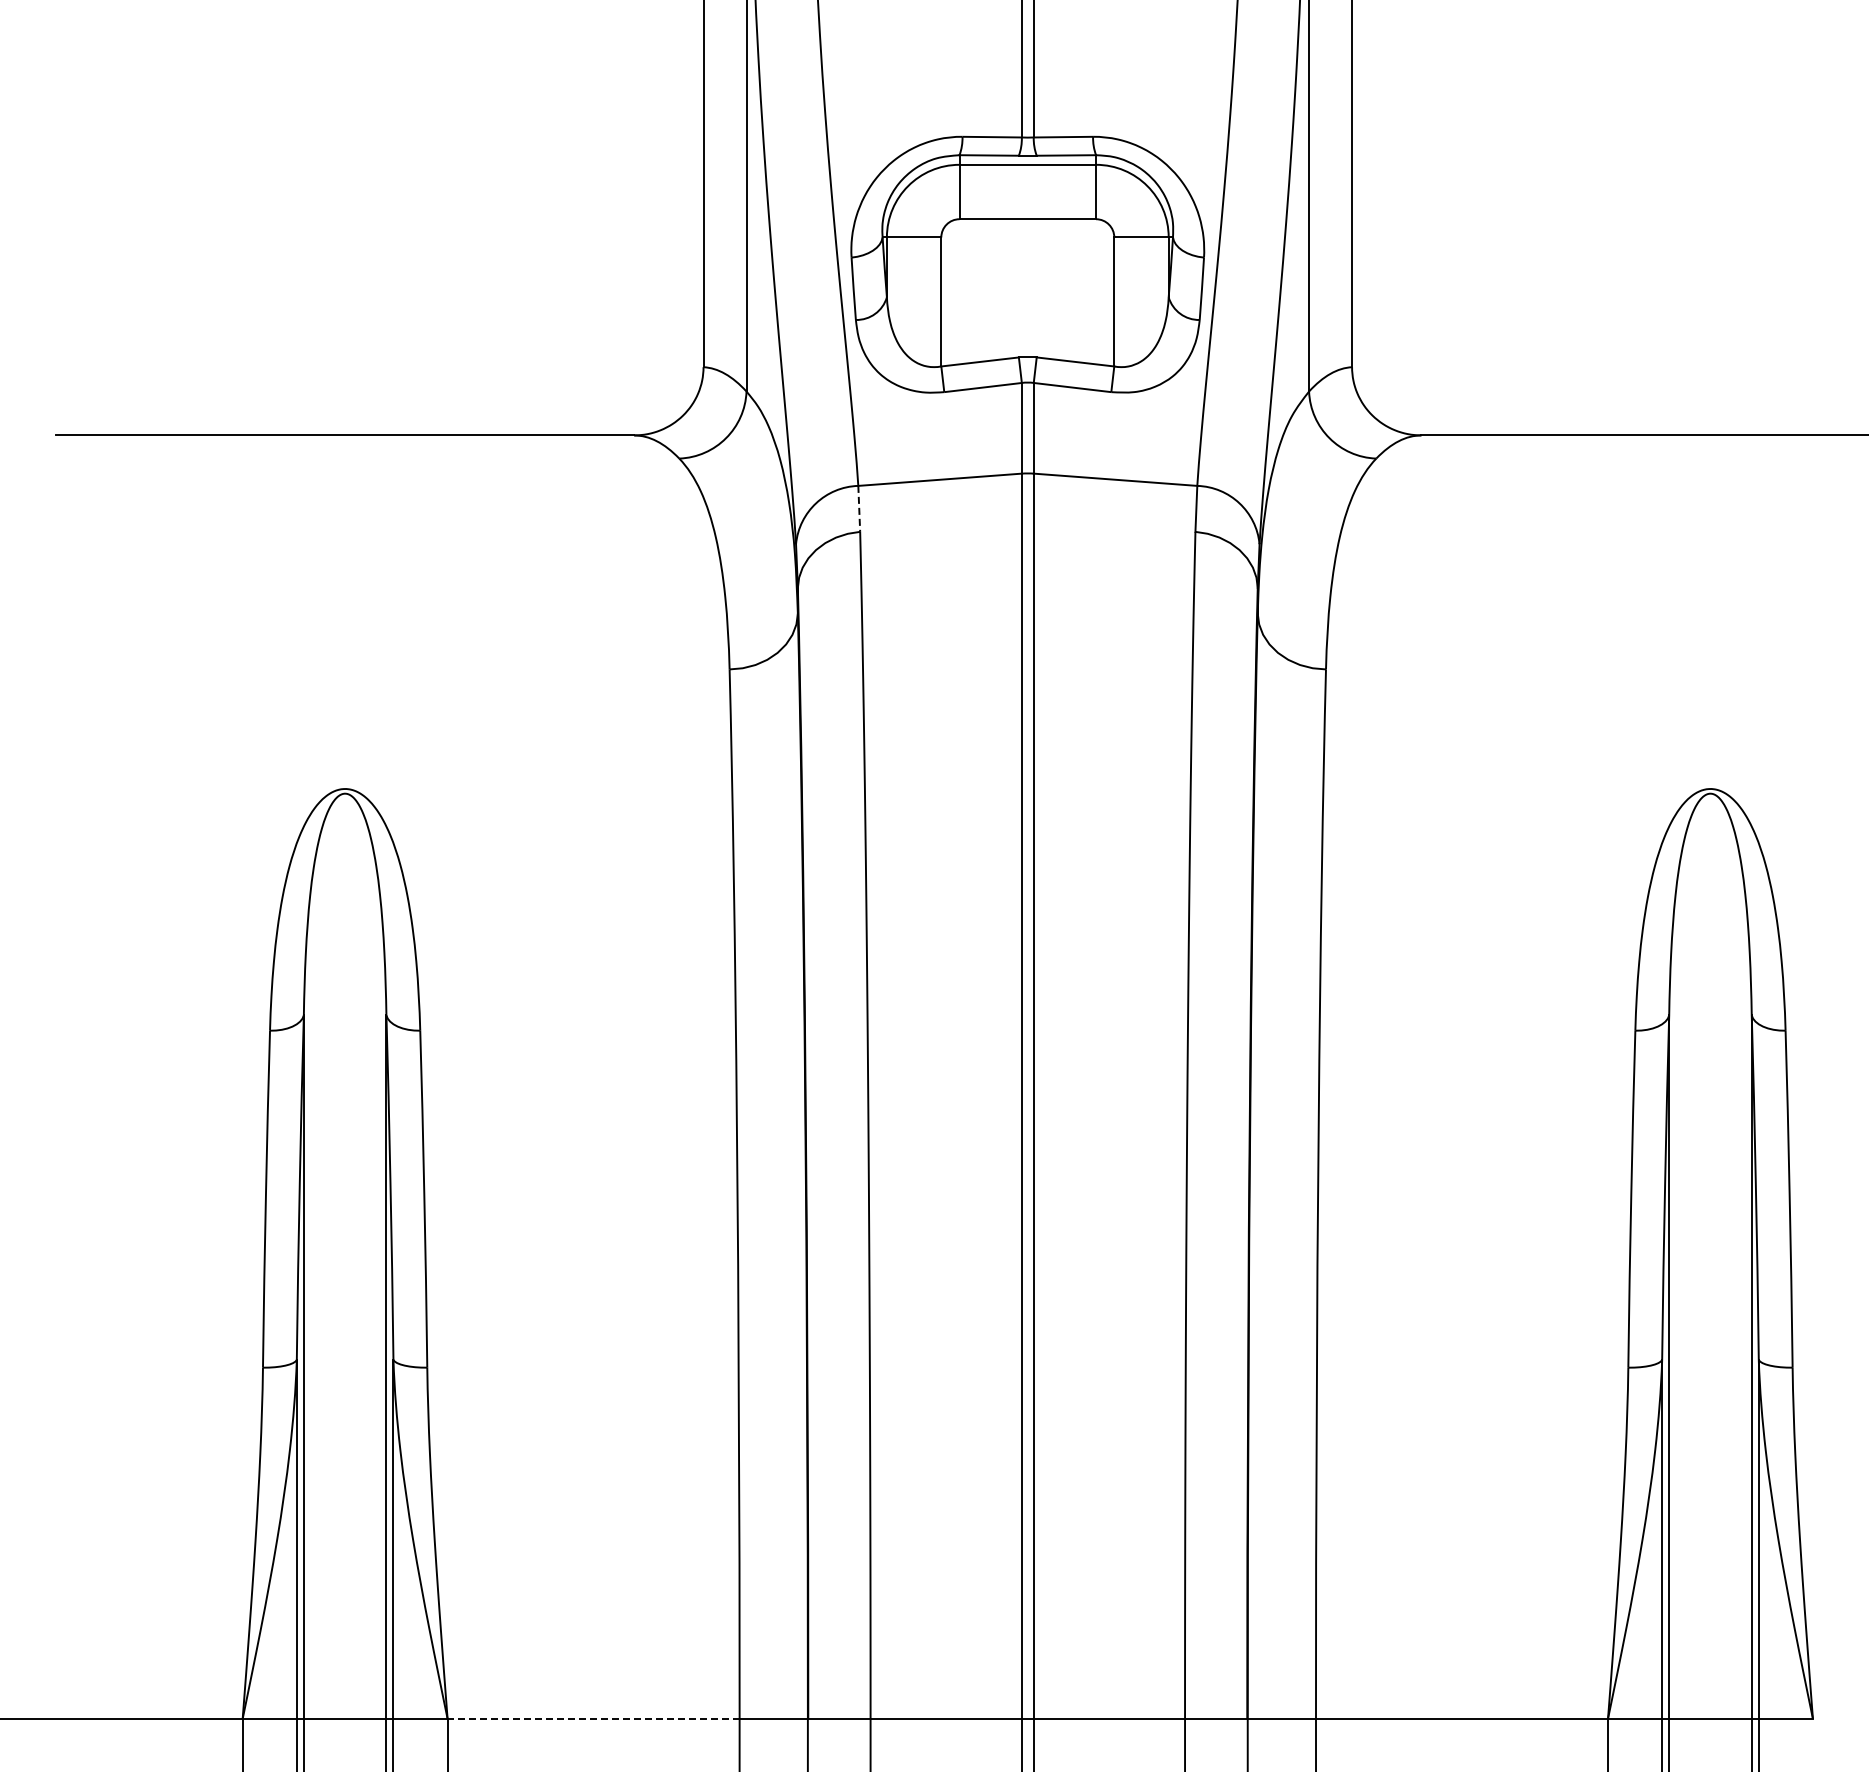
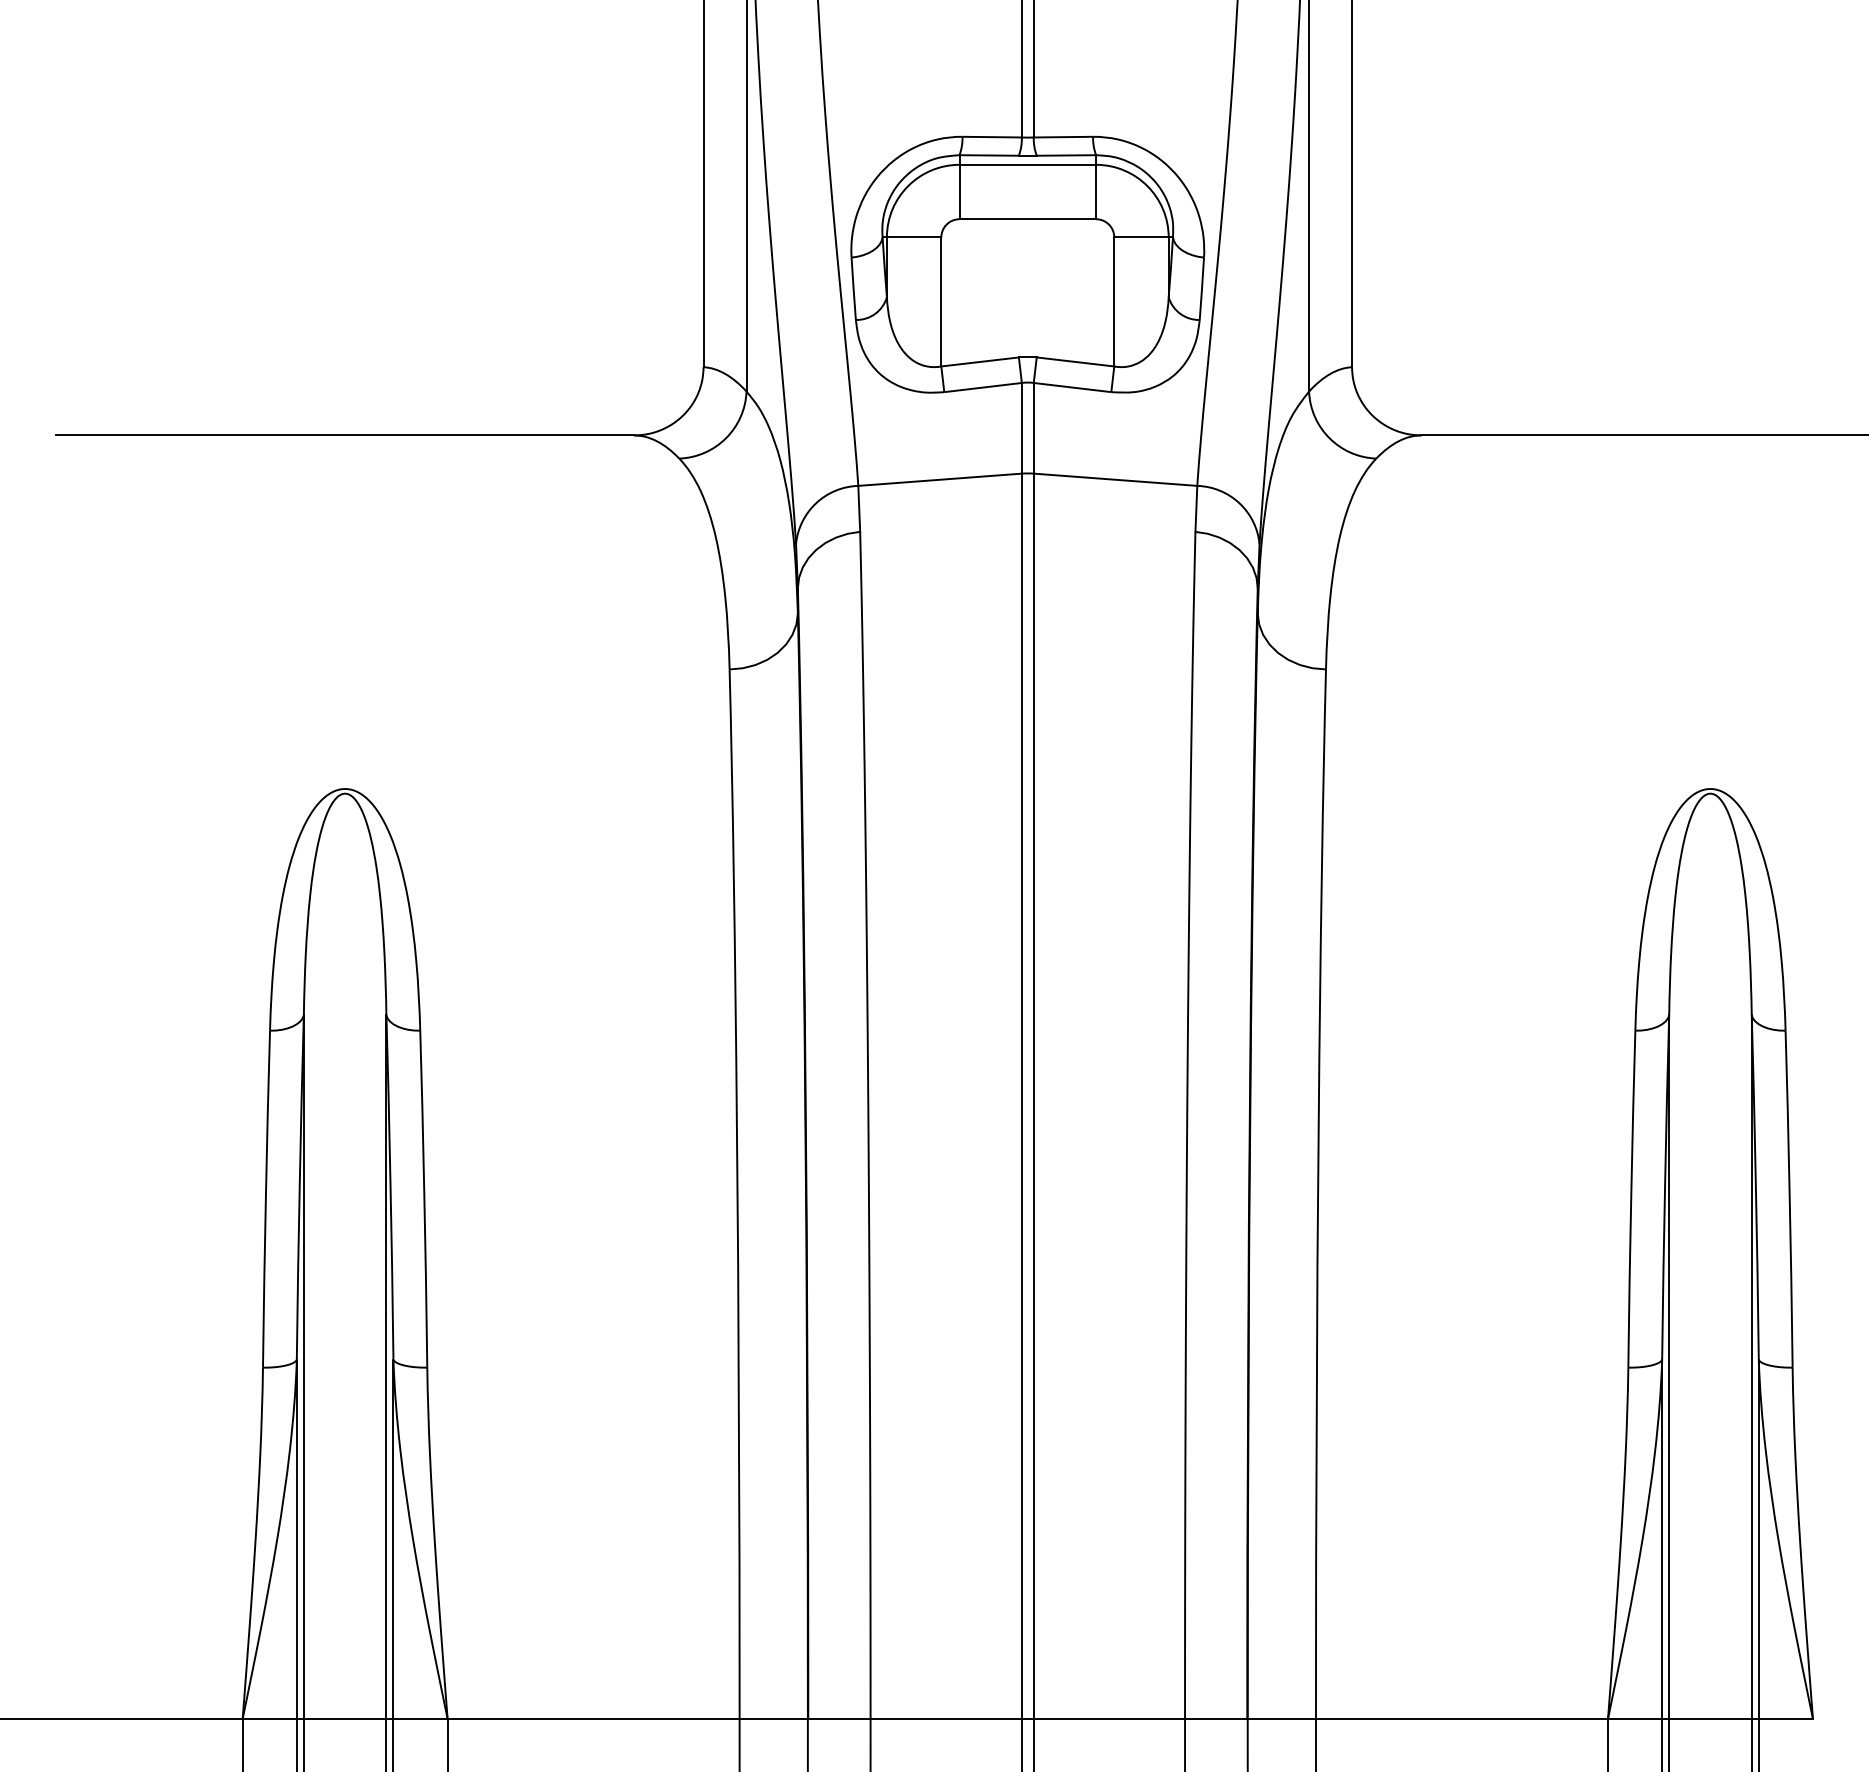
line at (859, 508): dashed -> solid
line at (593, 1718): dashed -> solid
